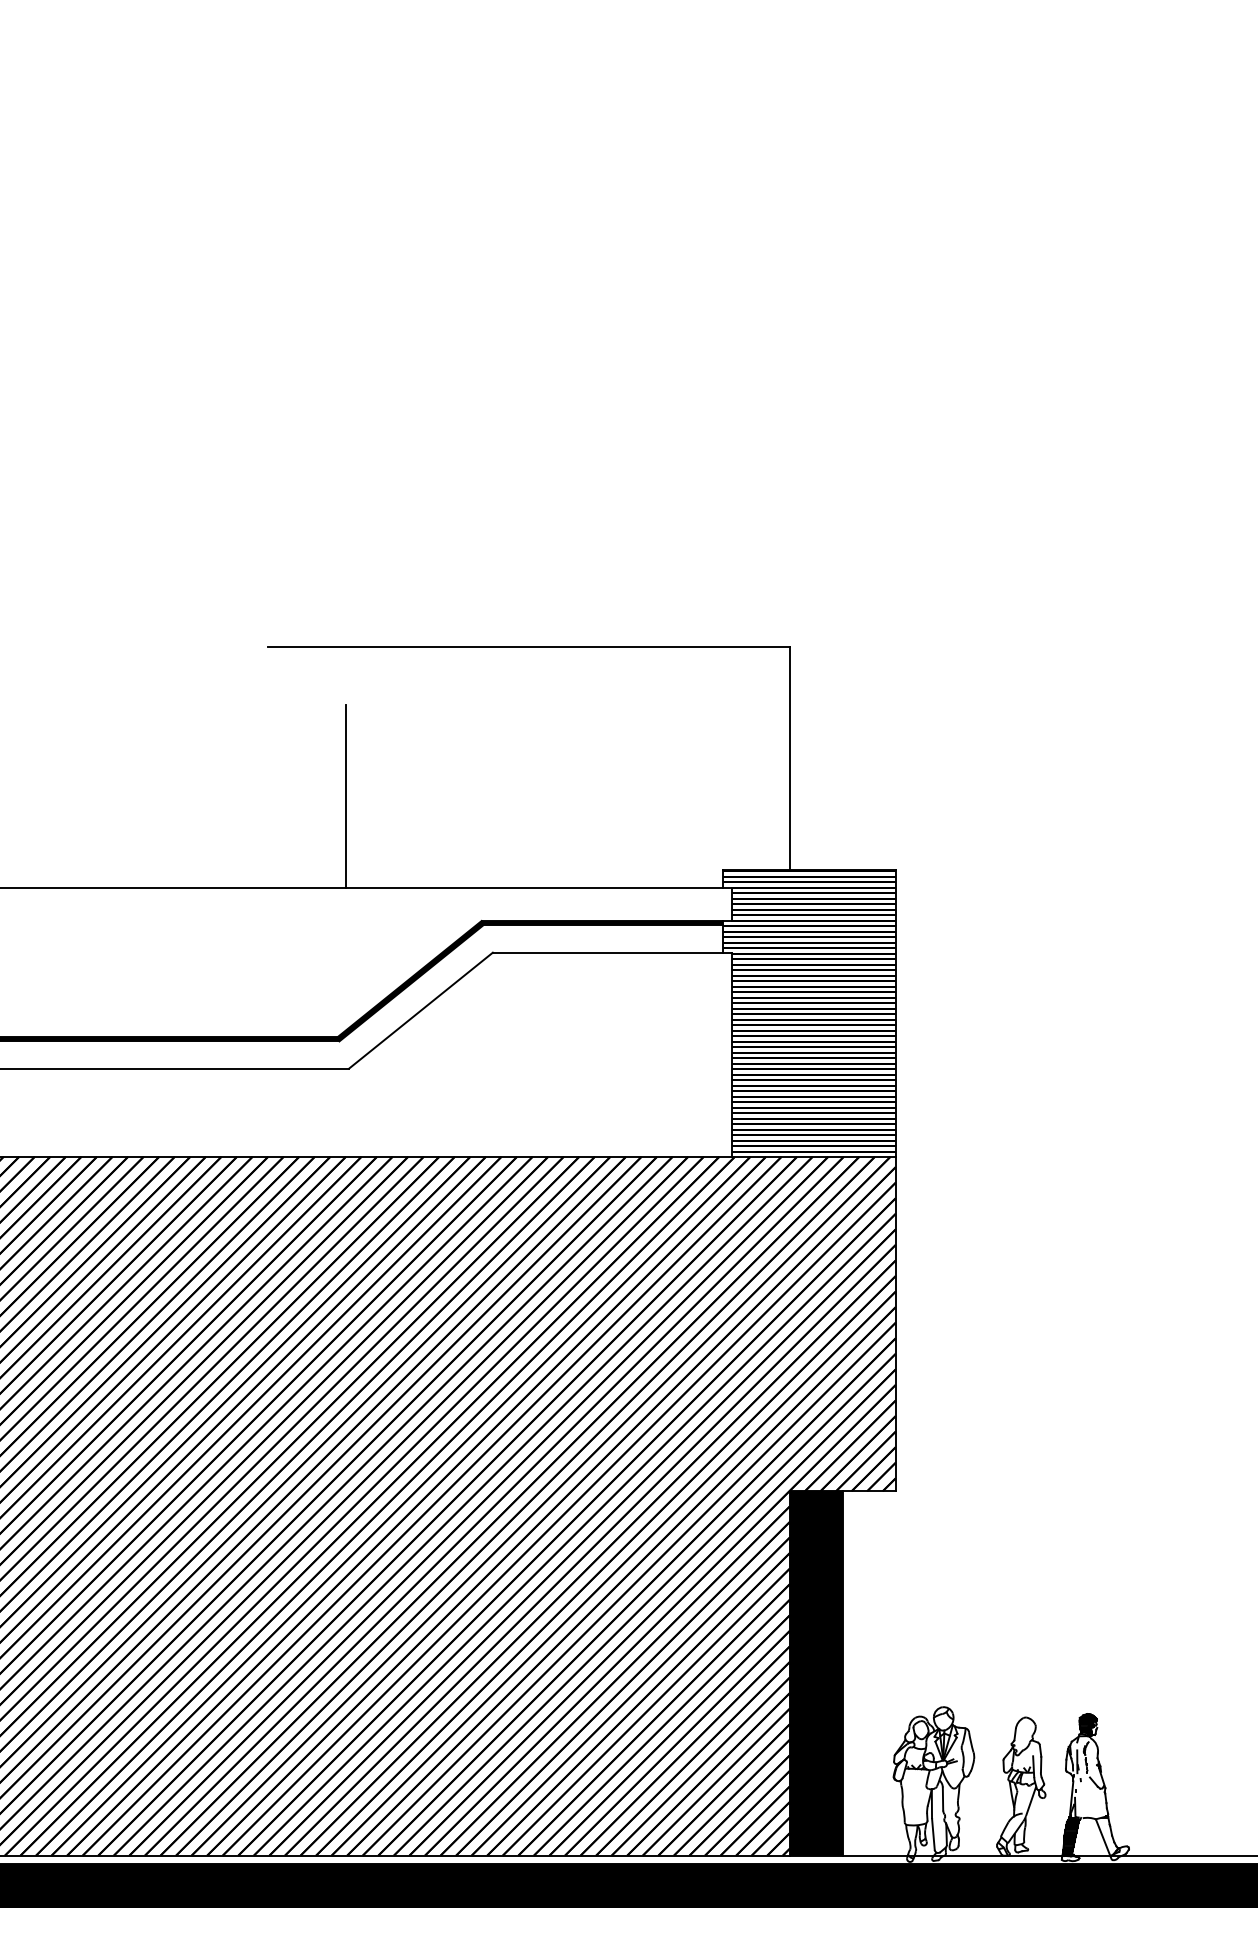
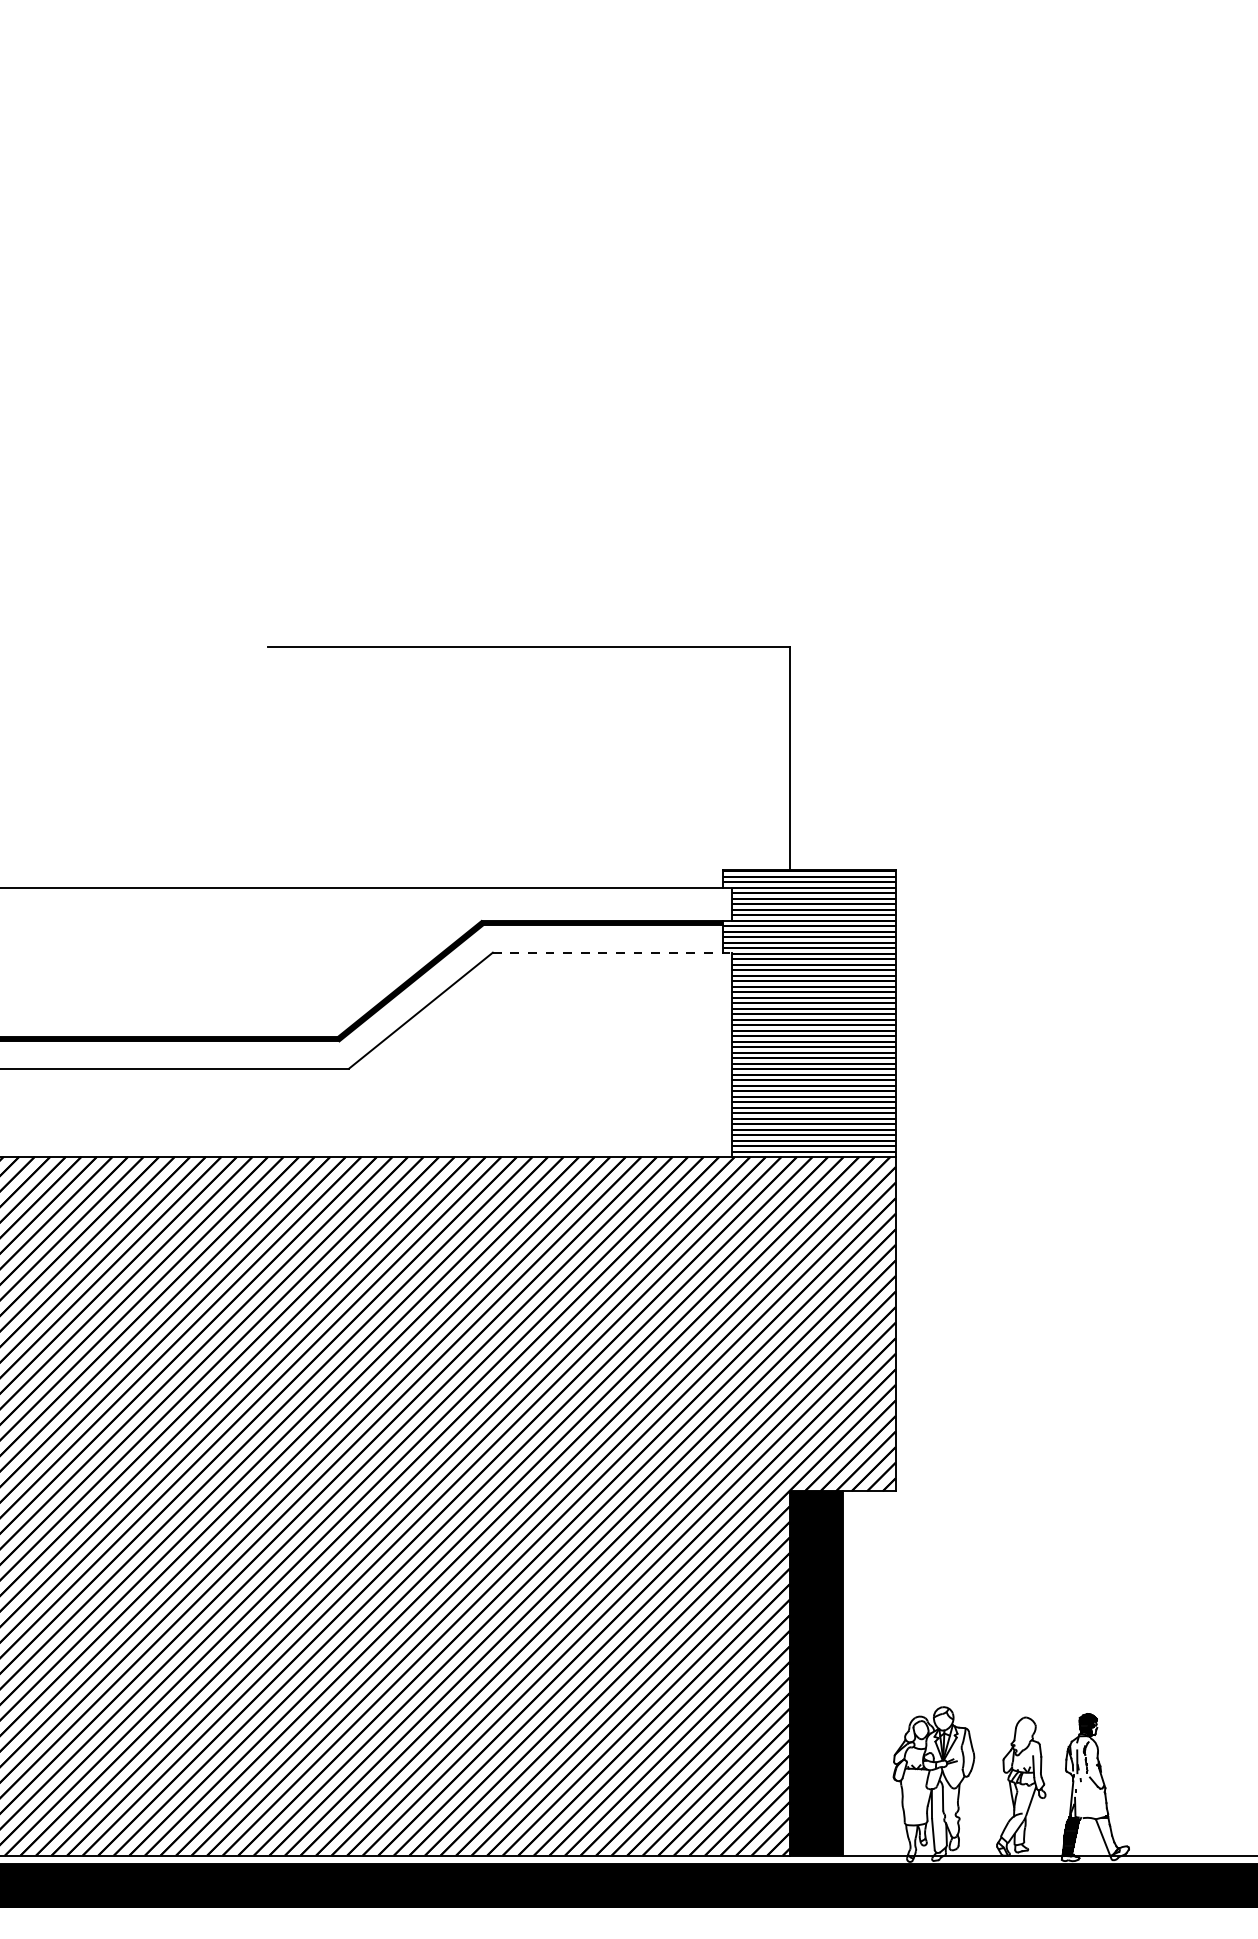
line at (346, 795): present -> none
line at (612, 952): solid -> dashed
